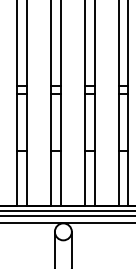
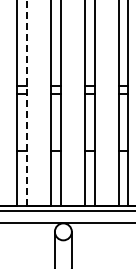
line at (26, 102): solid -> dashed
line at (67, 216): present -> none
